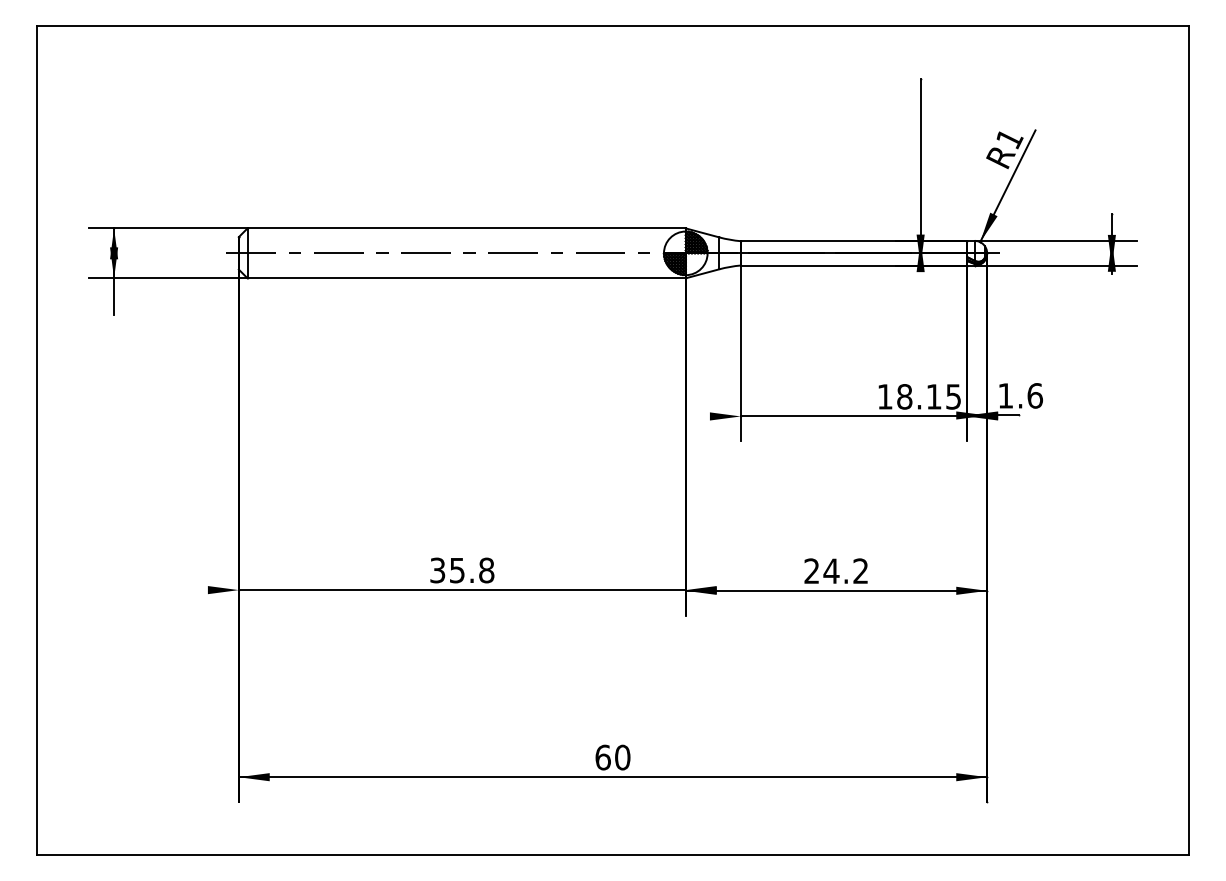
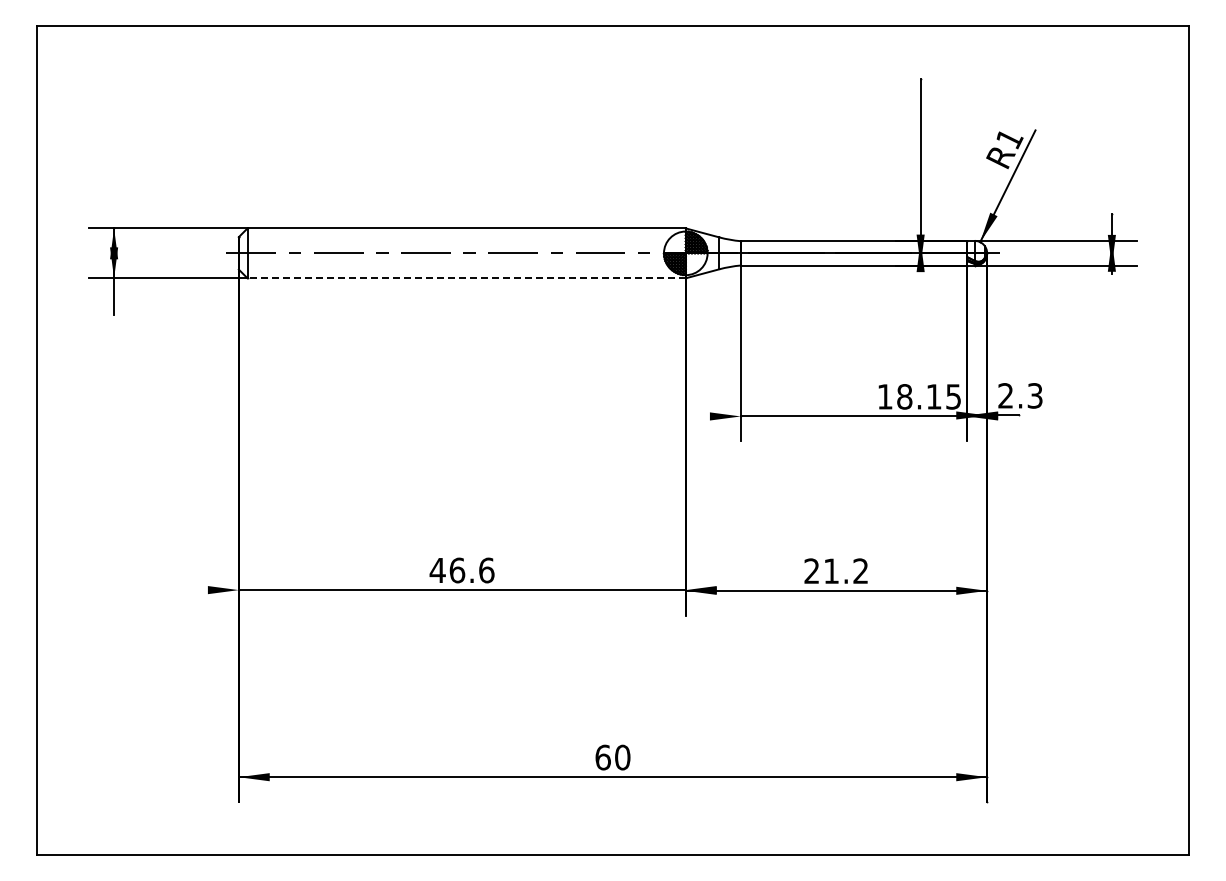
line at (466, 278): solid -> dashed
text at (1020, 395): 1.6 -> 2.3
text at (461, 570): 35.8 -> 46.6
text at (831, 570): 24.2 -> 21.2
